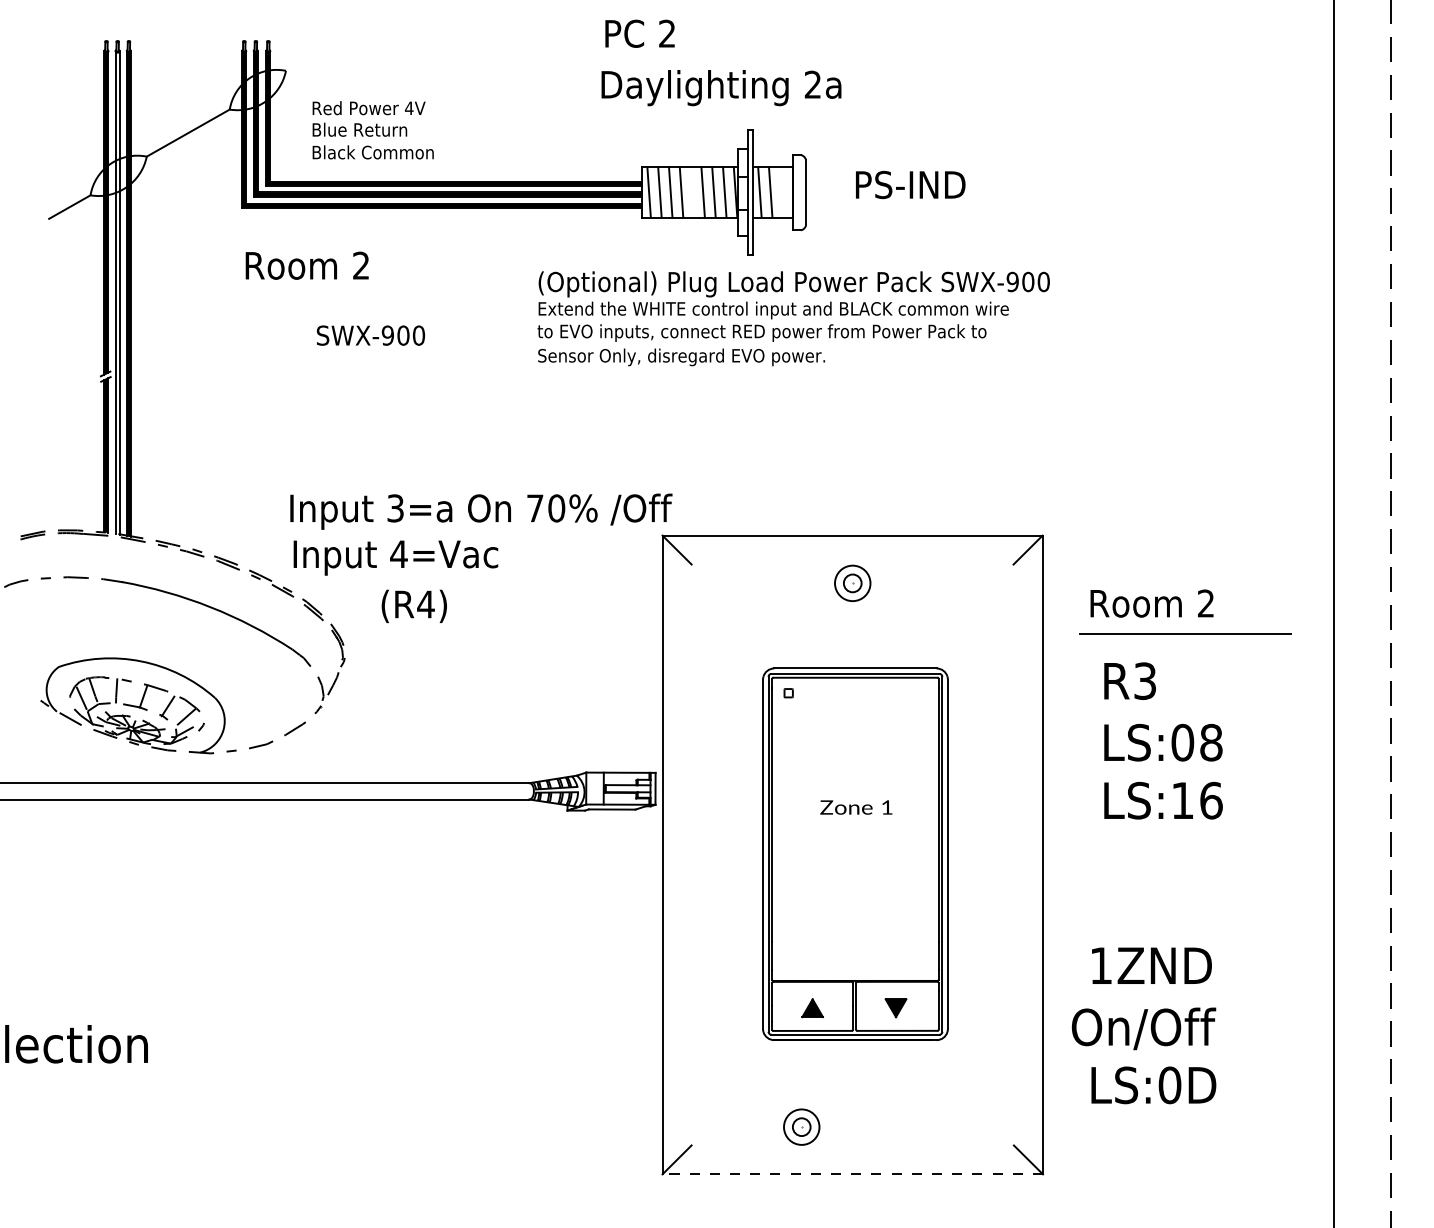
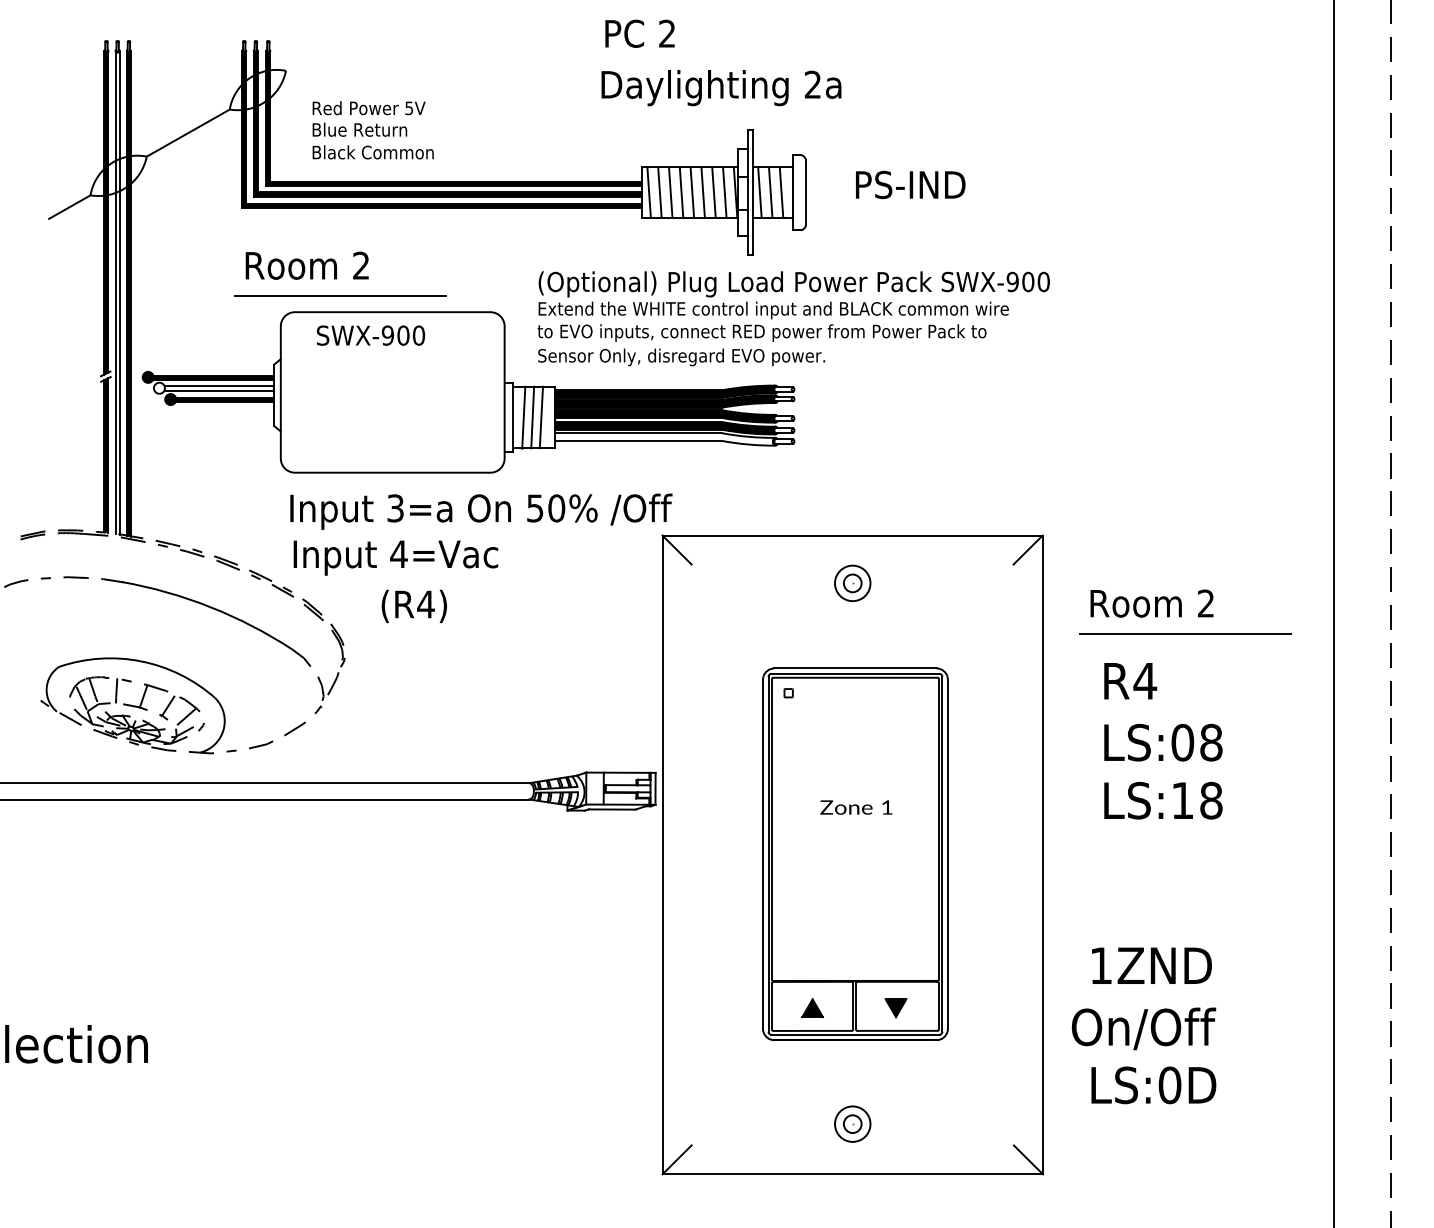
text at (408, 108): 4V -> 5V
line at (692, 192): none -> present
line at (781, 192): none -> present
line at (340, 296): none -> present
part at (468, 392): none -> present
text at (535, 508): 70% -> 50%
text at (1145, 681): R3 -> R4
text at (1211, 800): LS:16 -> LS:18
part at (801, 1126) position: (801, 1126) -> (852, 1123)
line at (852, 1174): dashed -> solid
